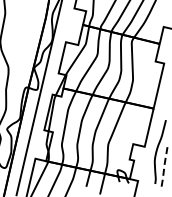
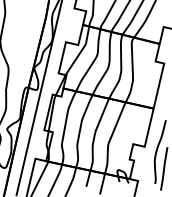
line at (164, 168): dashed -> solid
